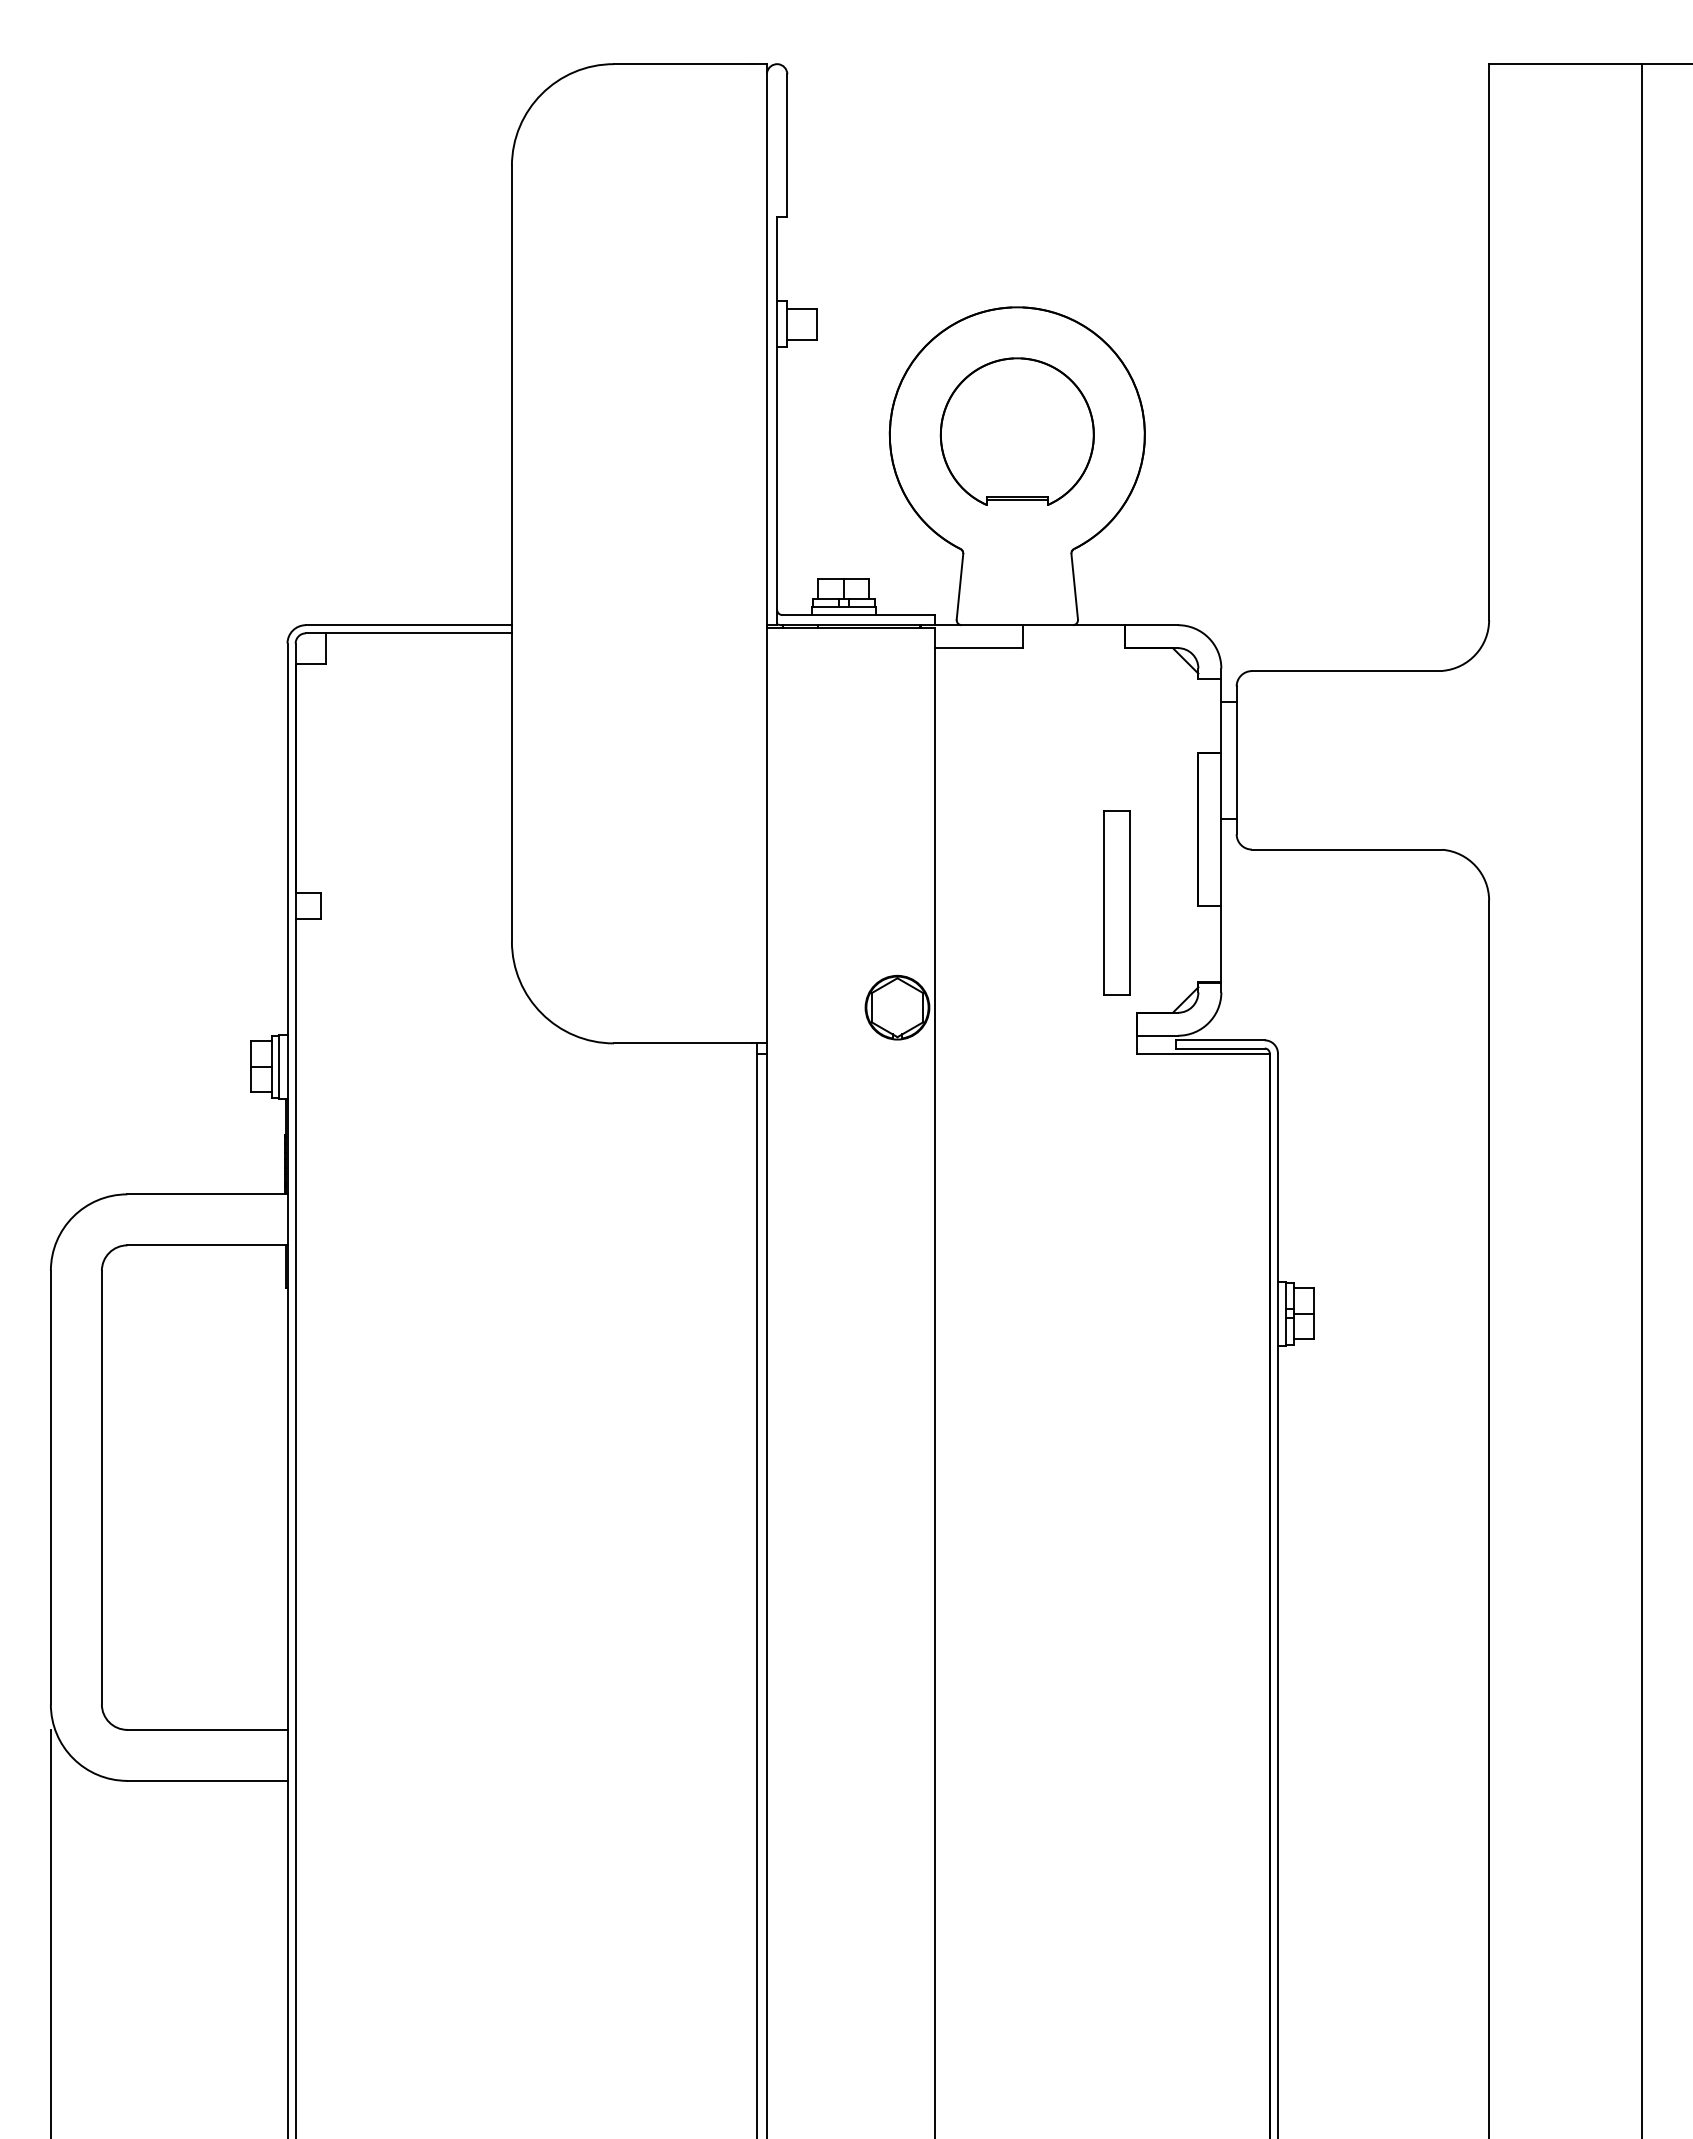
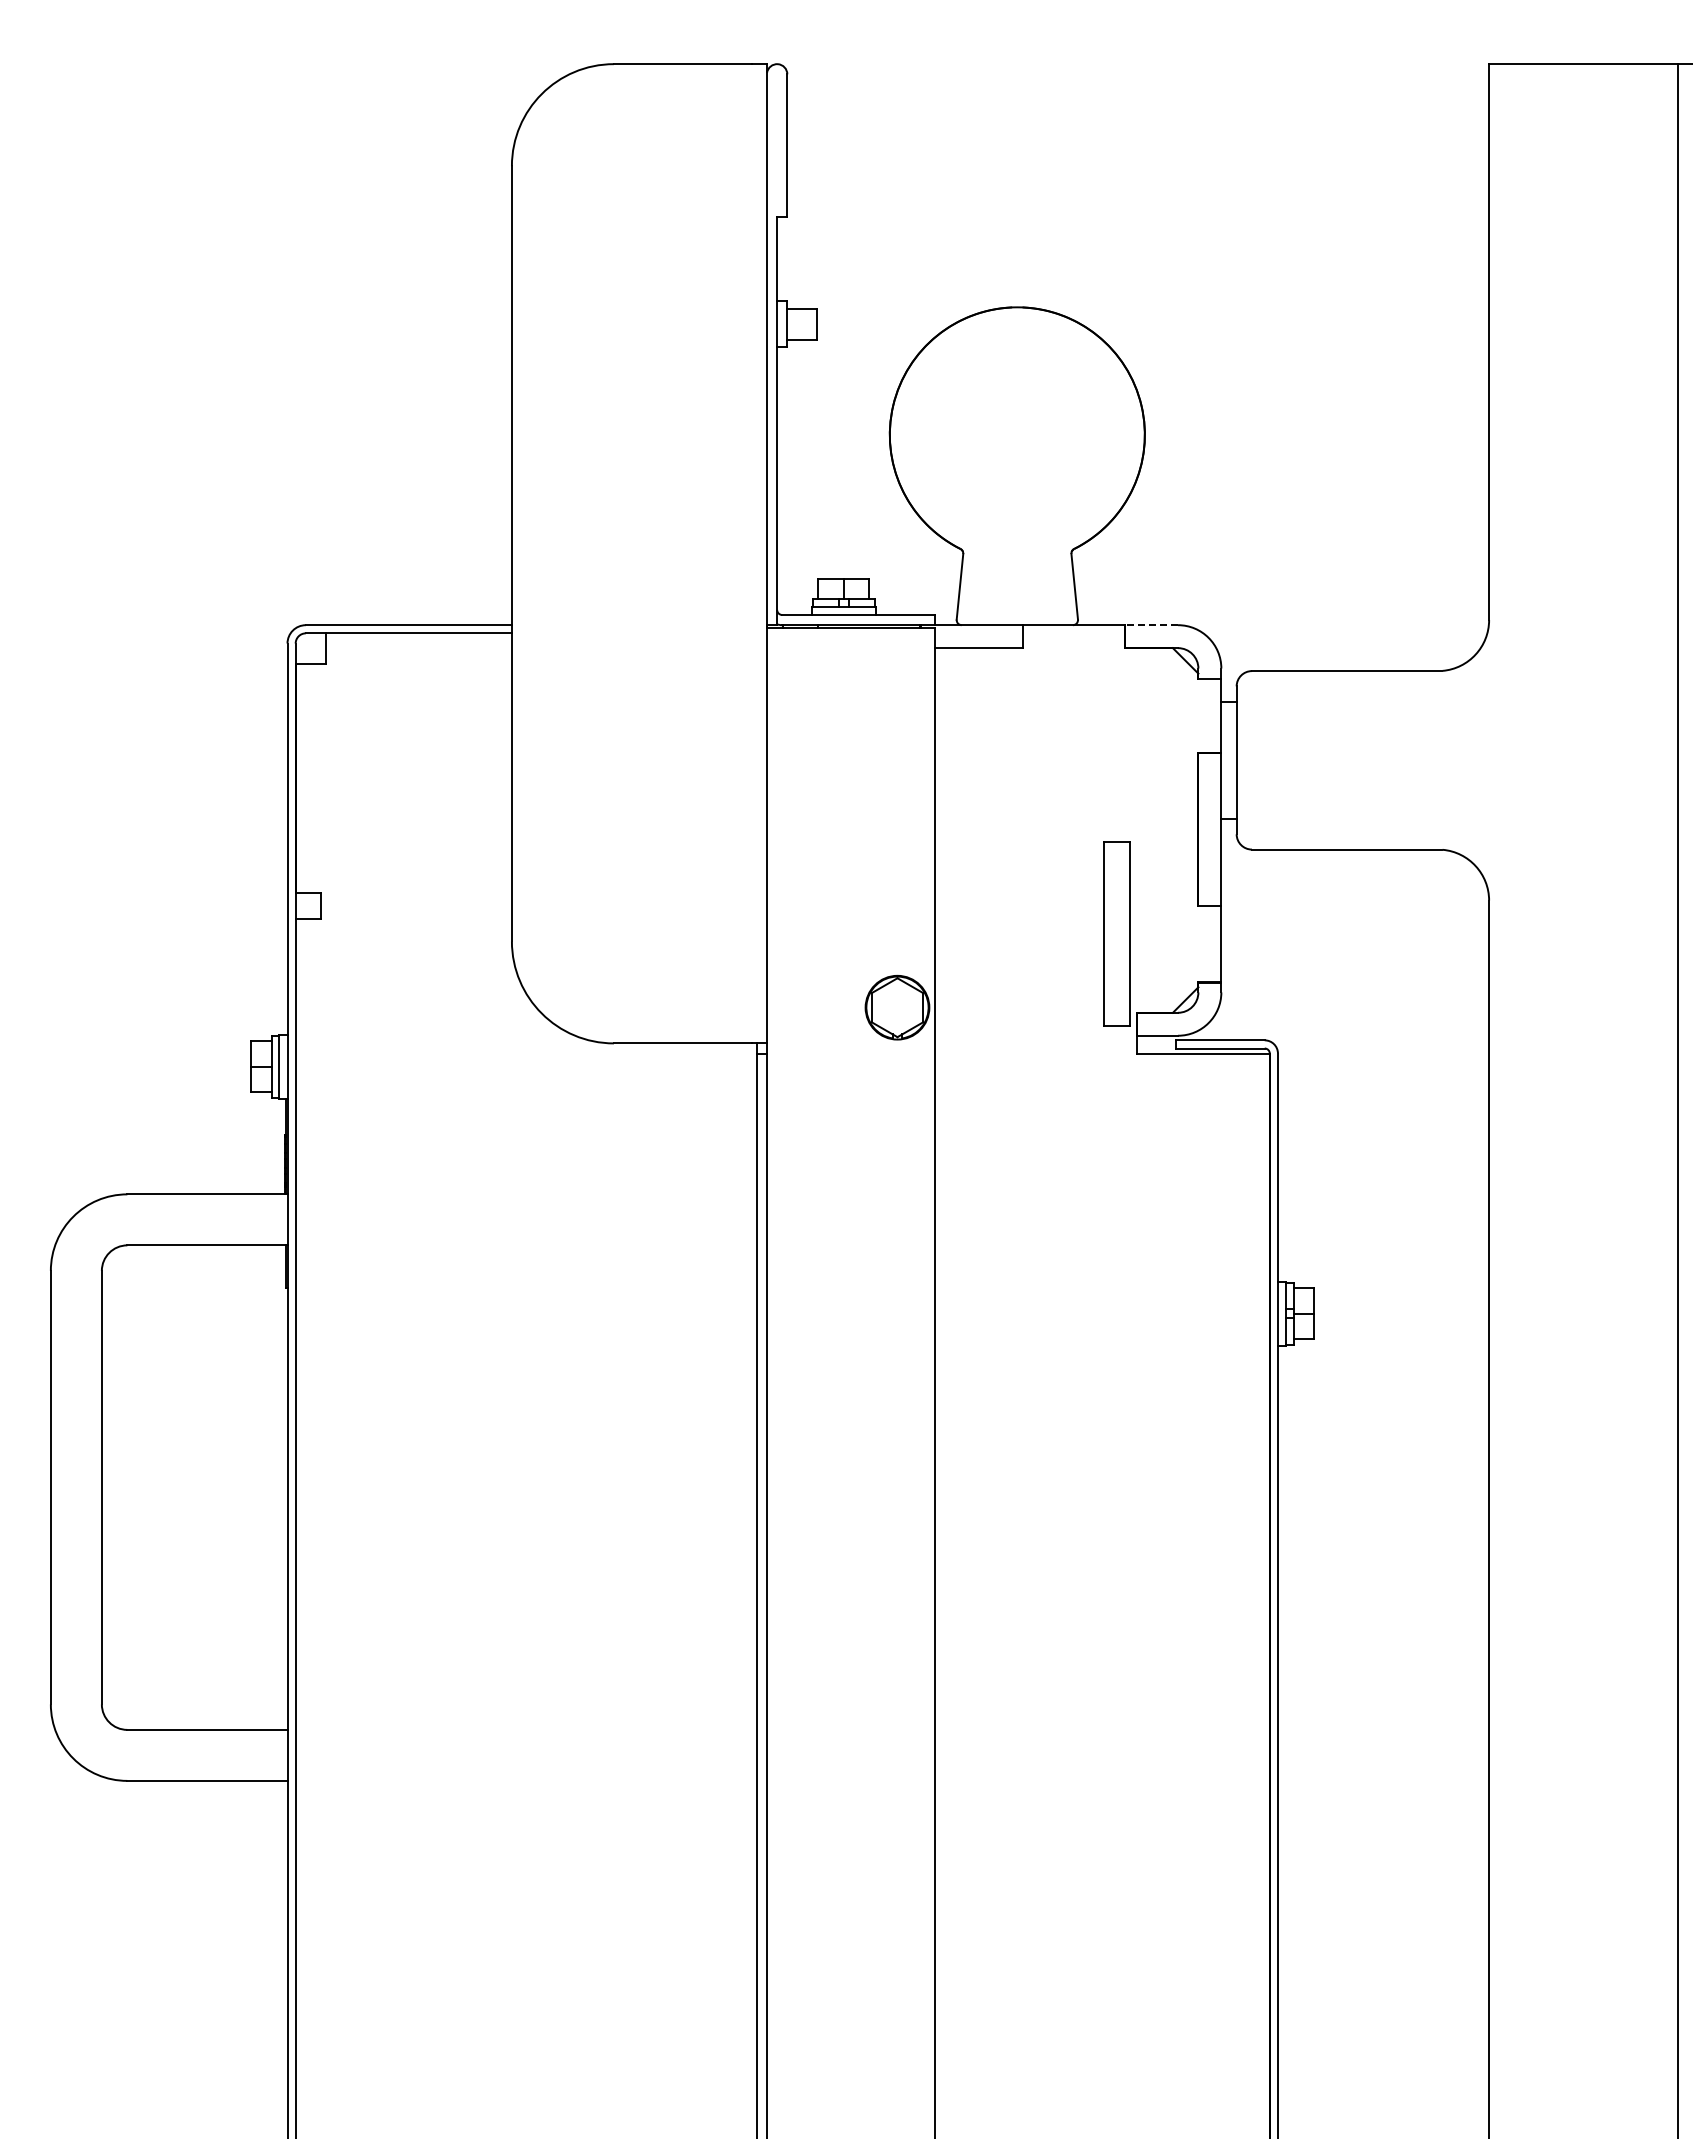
part at (1016, 431): present -> none
line at (1151, 625): solid -> dashed
part at (1116, 902) position: (1116, 902) -> (1116, 933)
line at (1642, 1099) position: (1642, 1099) -> (1678, 1099)
line at (50, 1932): present -> none
